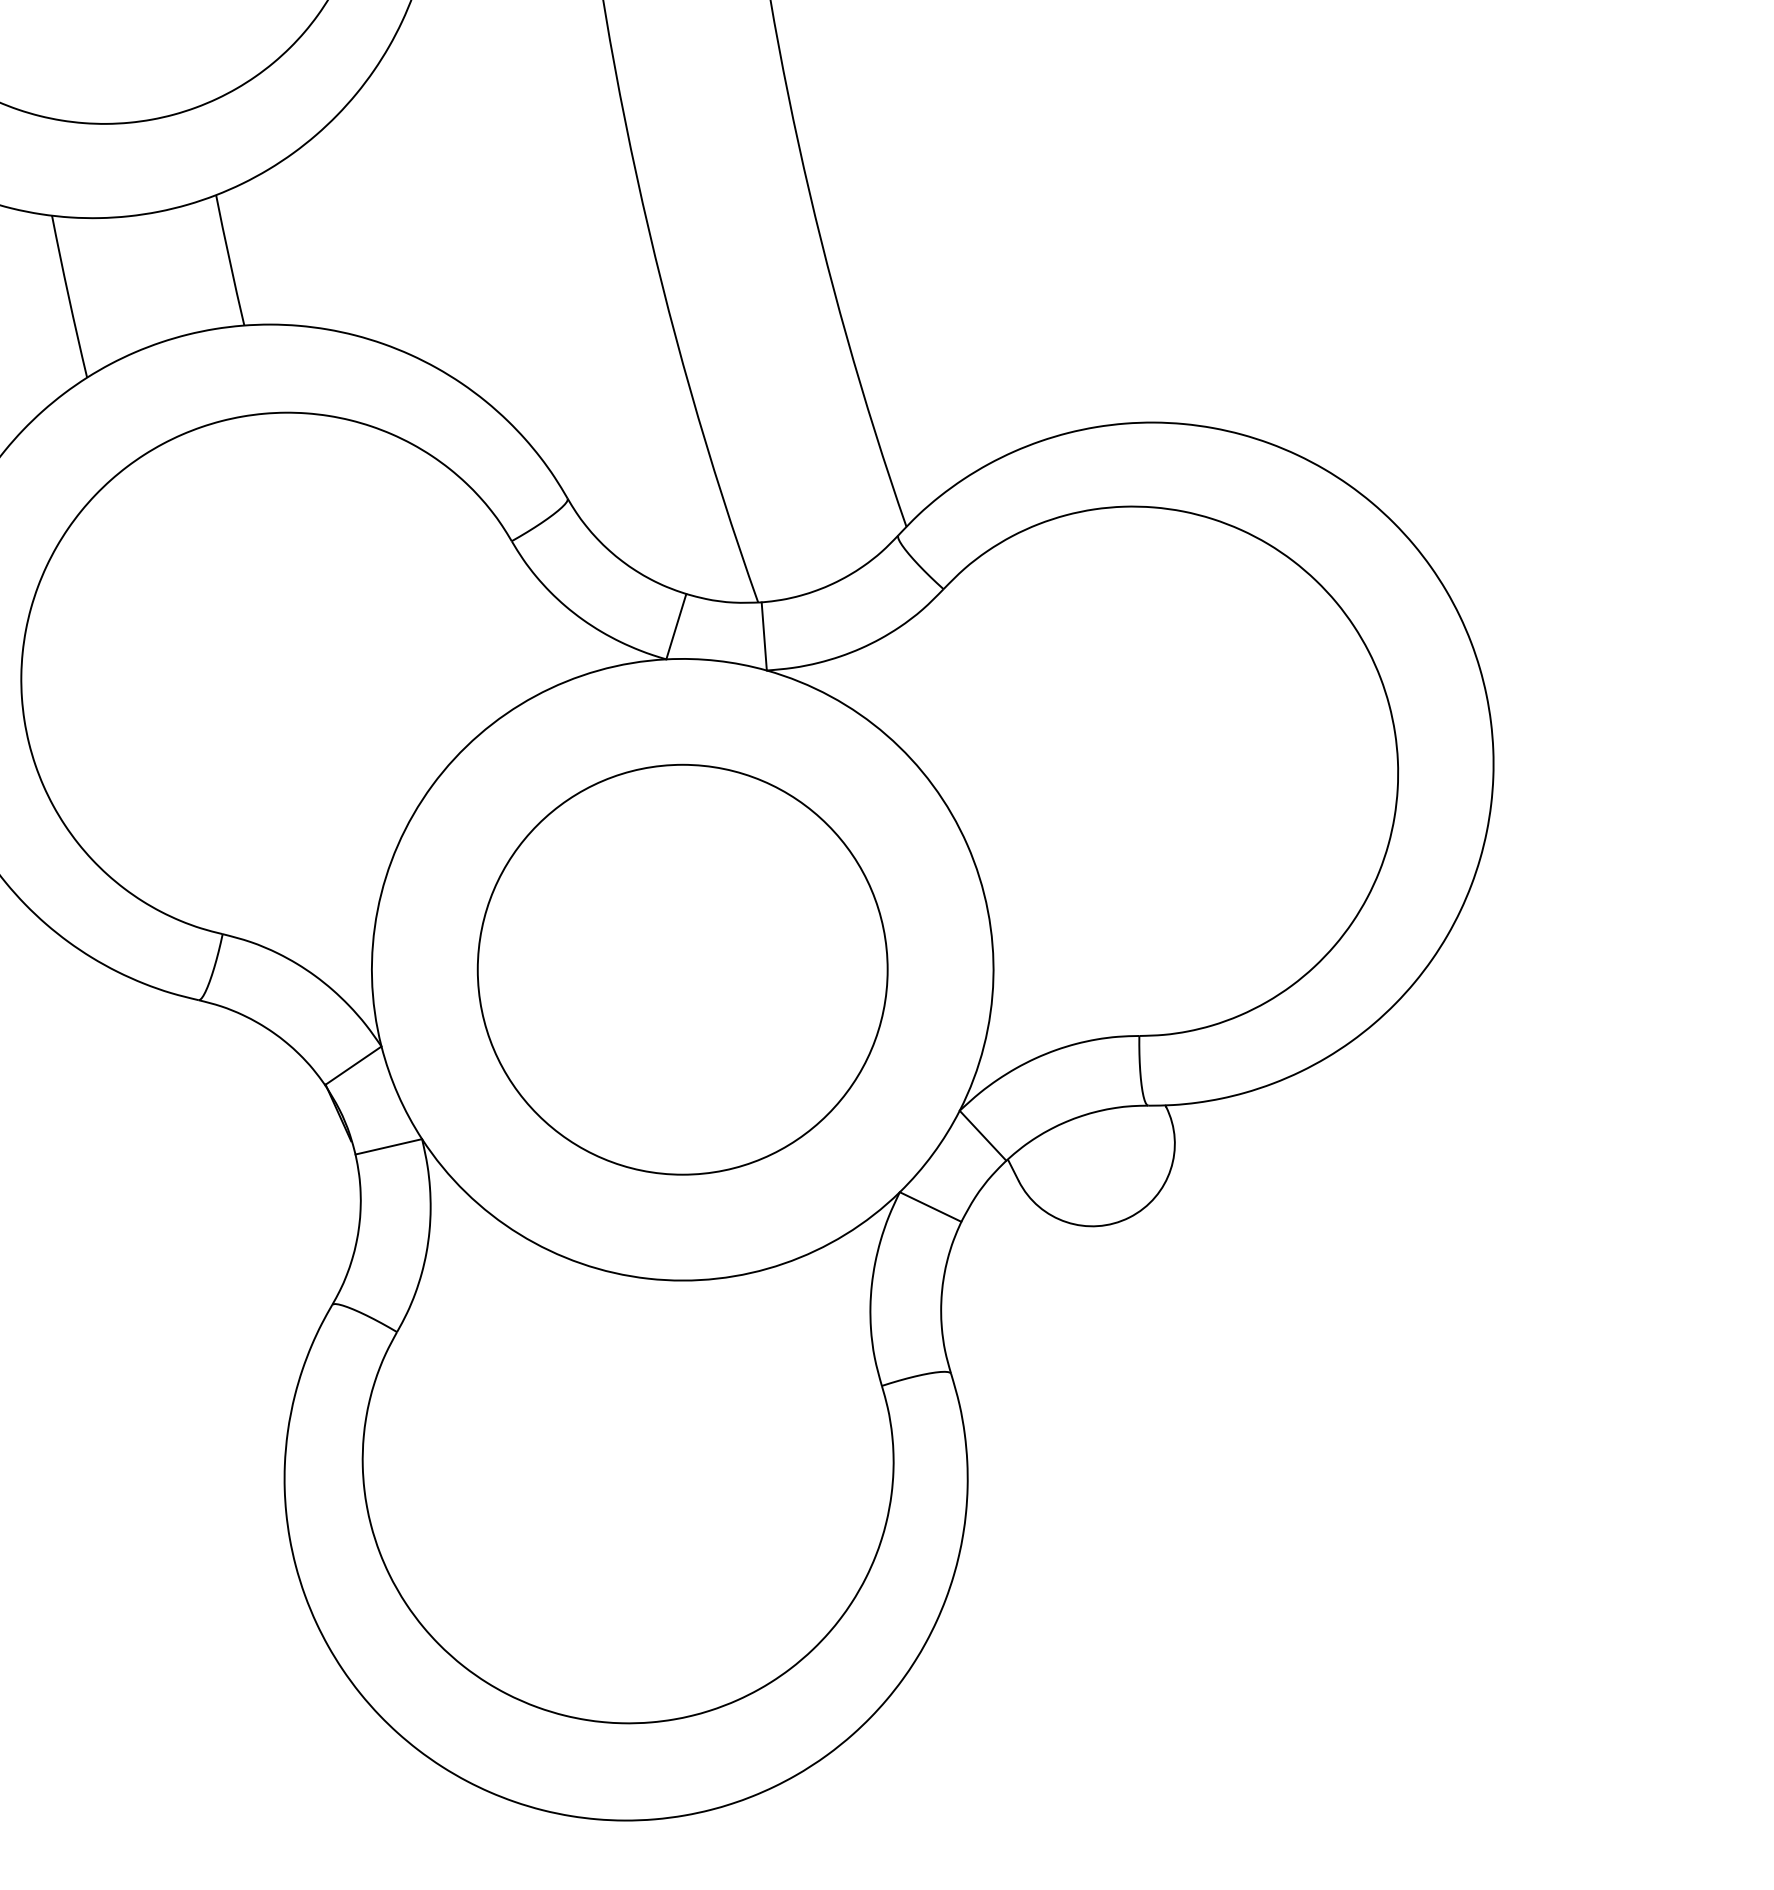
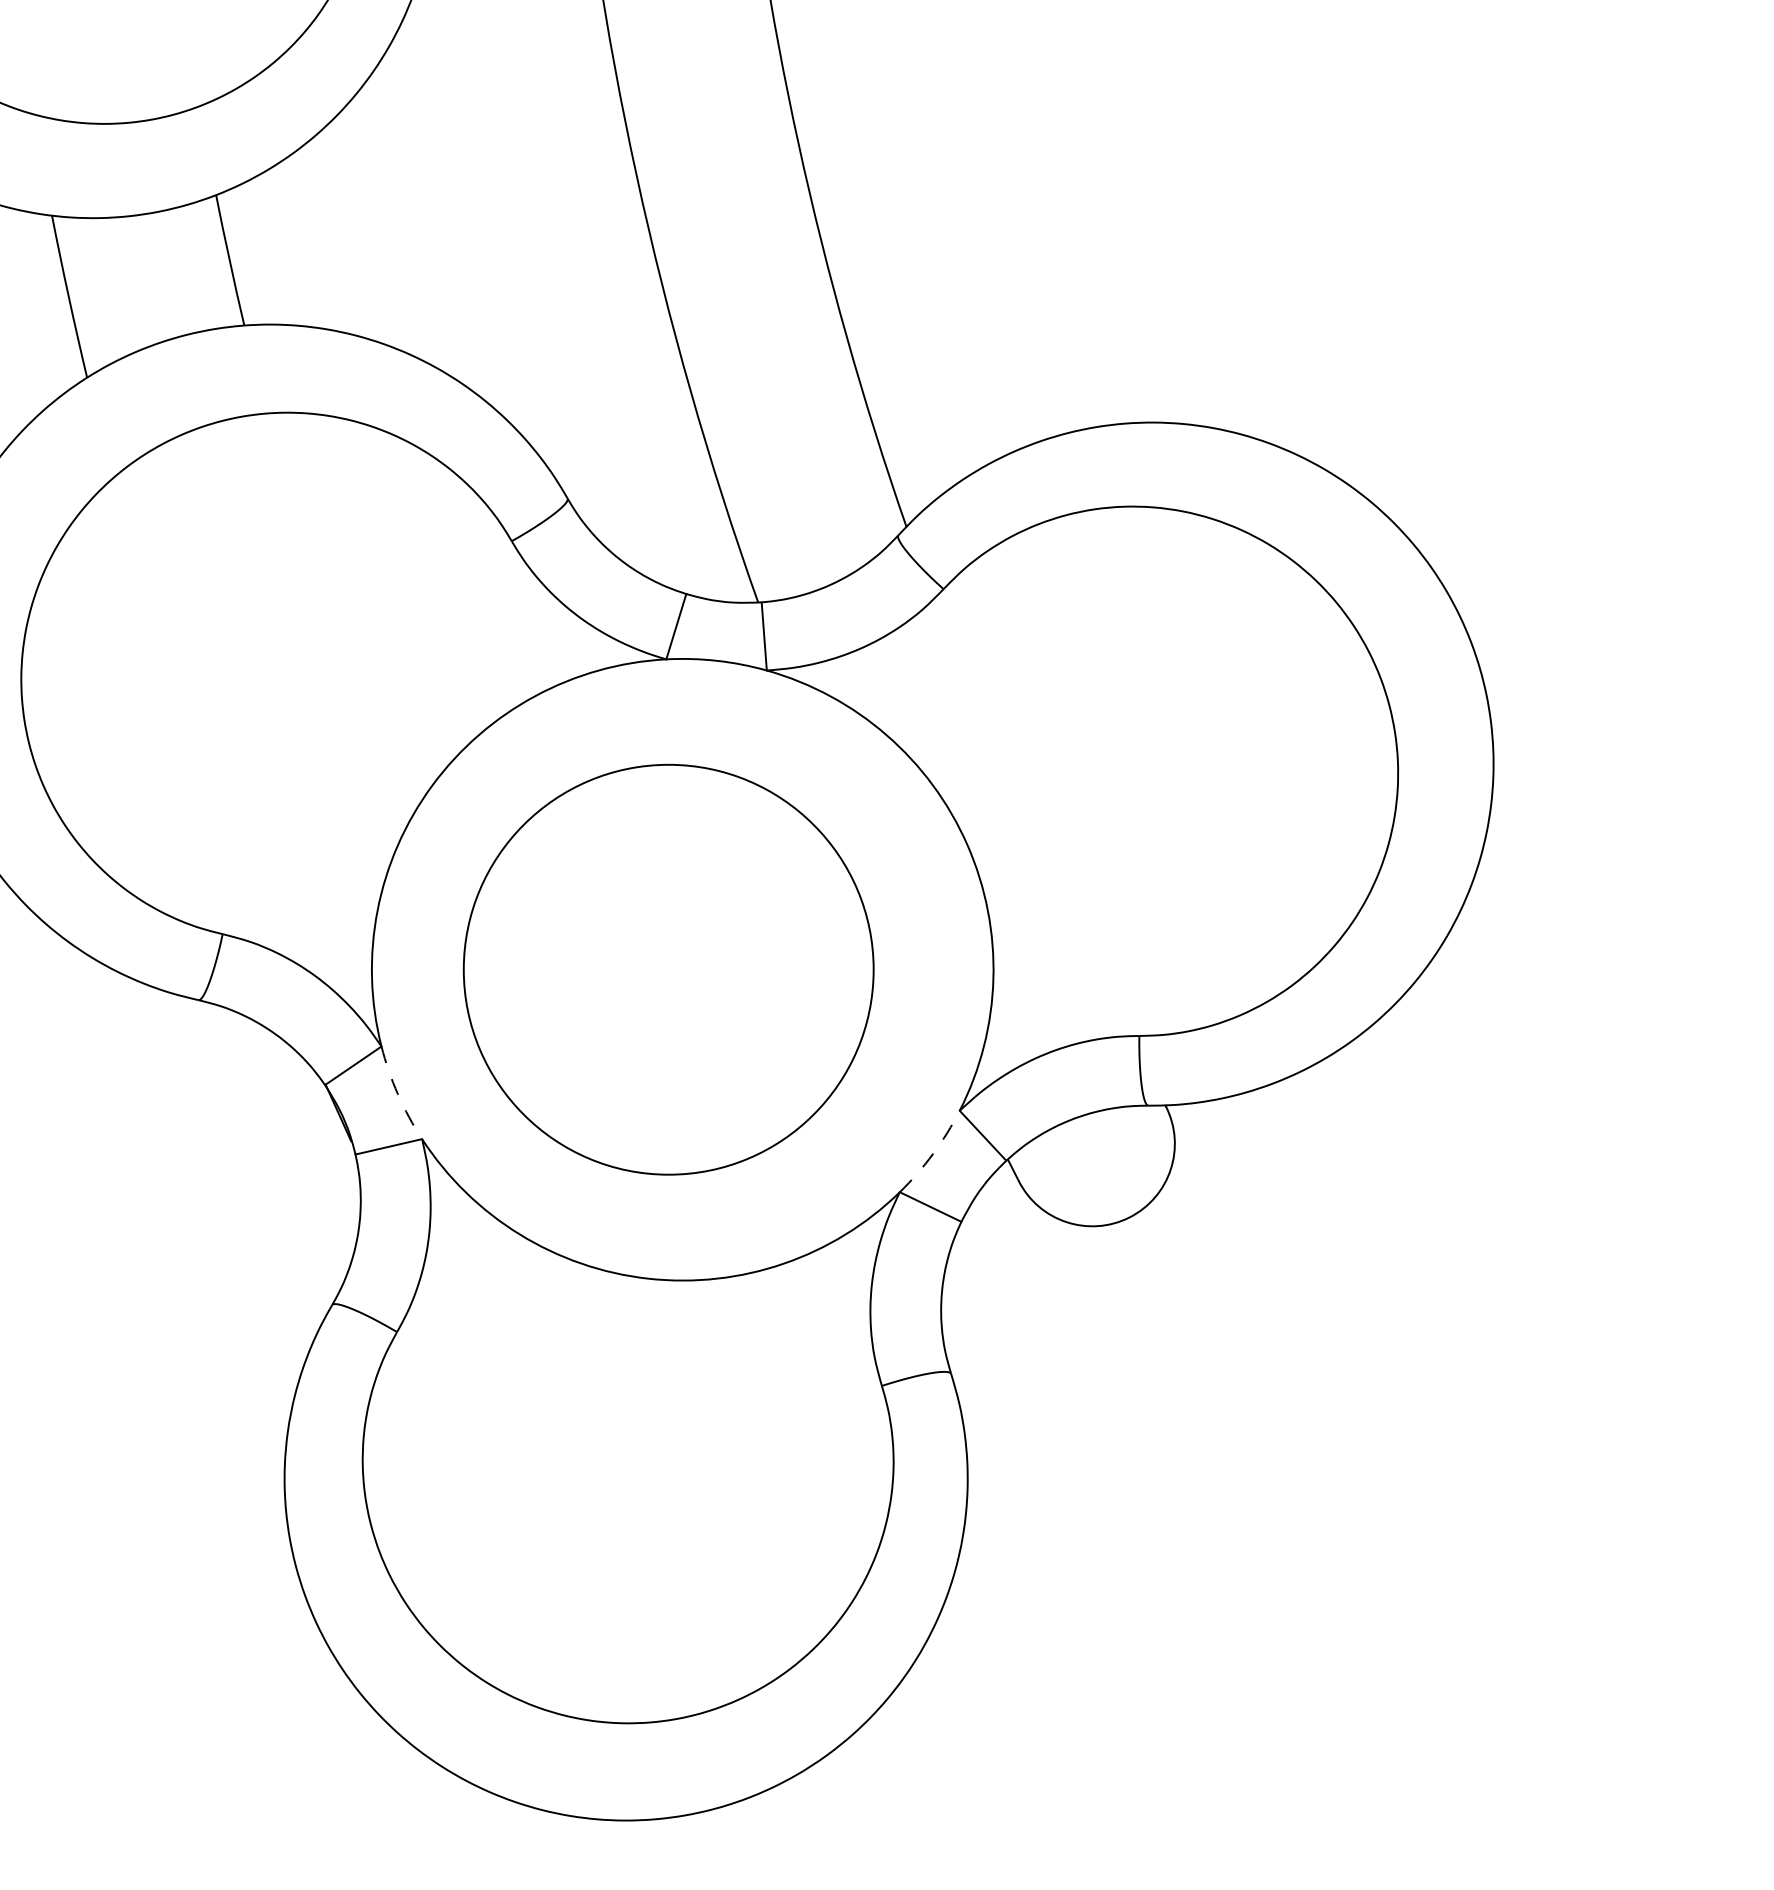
circle at (682, 969) position: (682, 969) -> (668, 969)
arc at (398, 1094): solid -> dashed
arc at (933, 1153): solid -> dashed
